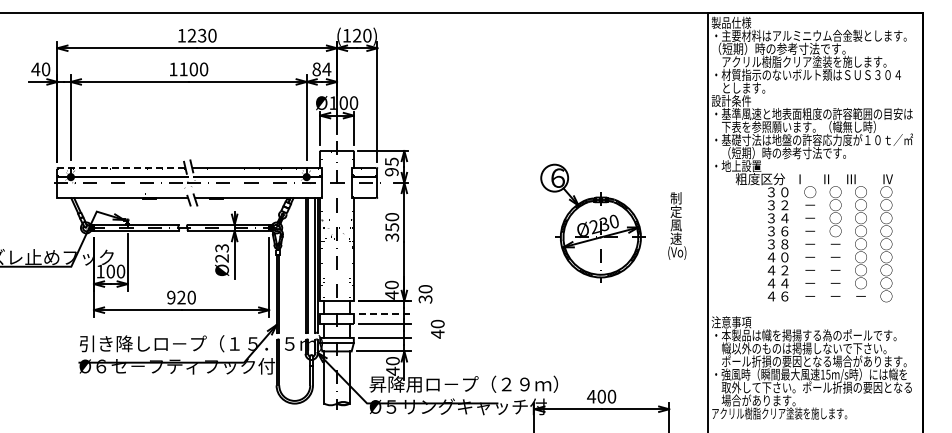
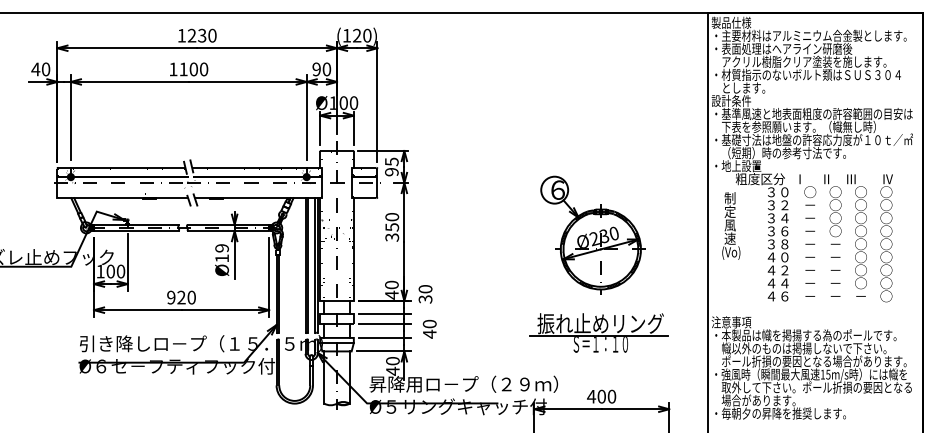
text at (783, 48): （短期）時の参考寸法です。 -> ・表面処理はヘアライン研磨後
text at (321, 69): 84 -> 90
line at (121, 167): dashed -> solid
part at (592, 222) position: (592, 222) -> (592, 234)
text at (677, 225) position: (677, 225) -> (731, 225)
text at (221, 253): Ø23 -> Ø19
line at (385, 314): dashed -> solid
text at (437, 328) position: (437, 328) -> (429, 328)
part at (598, 332): none -> present
text at (779, 413): アクリル樹脂クリア塗装を施します。 -> ・毎朝夕の昇降を推奨します。
